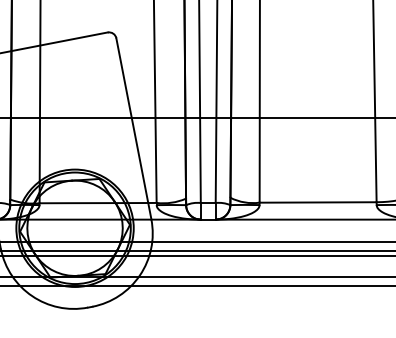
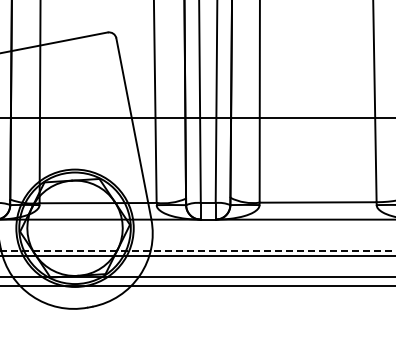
line at (197, 241): present -> none
line at (197, 250): solid -> dashed
